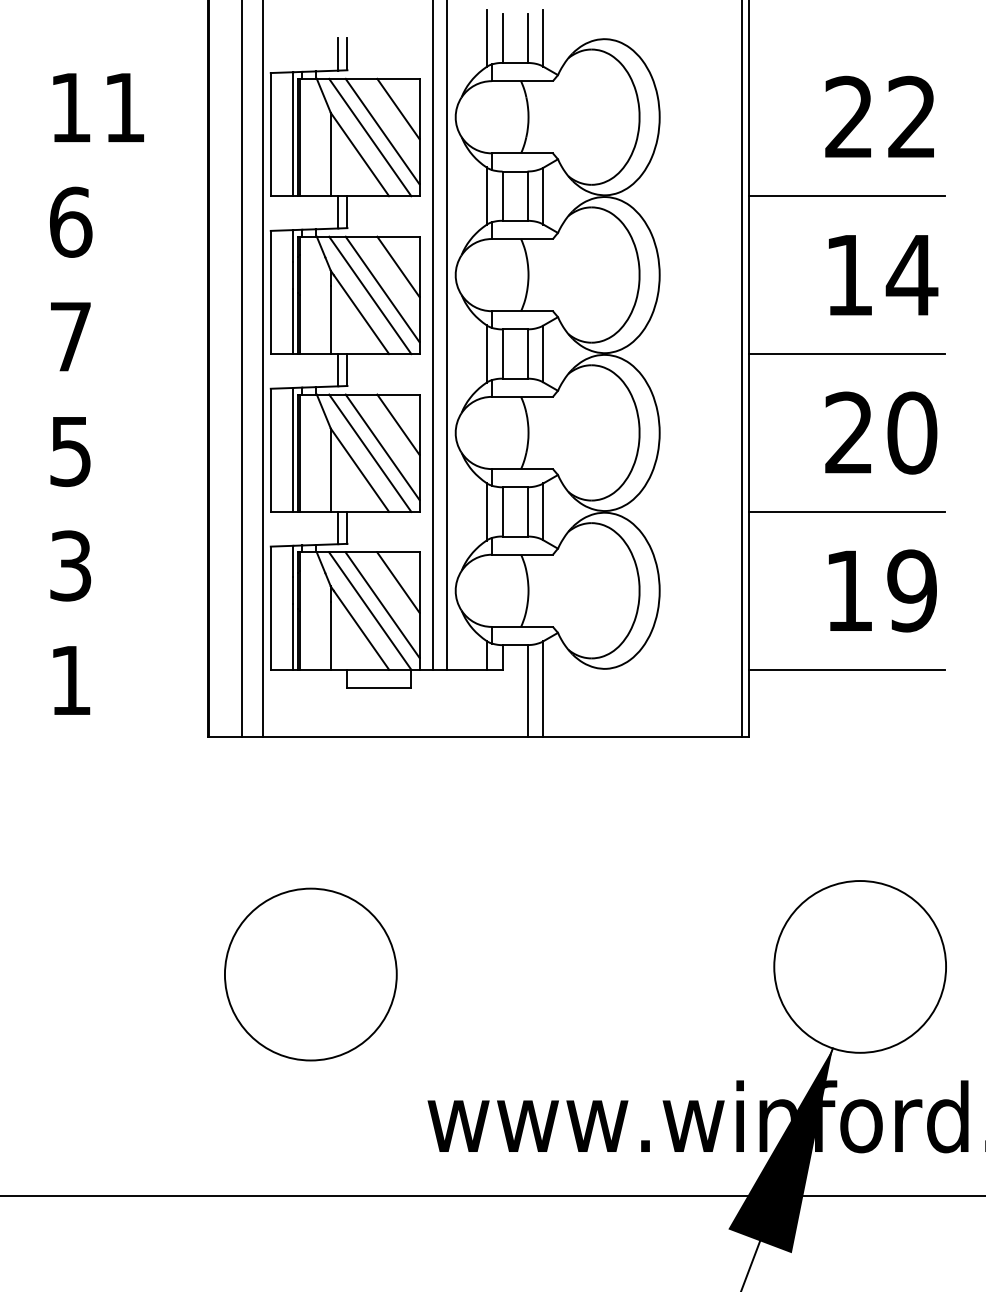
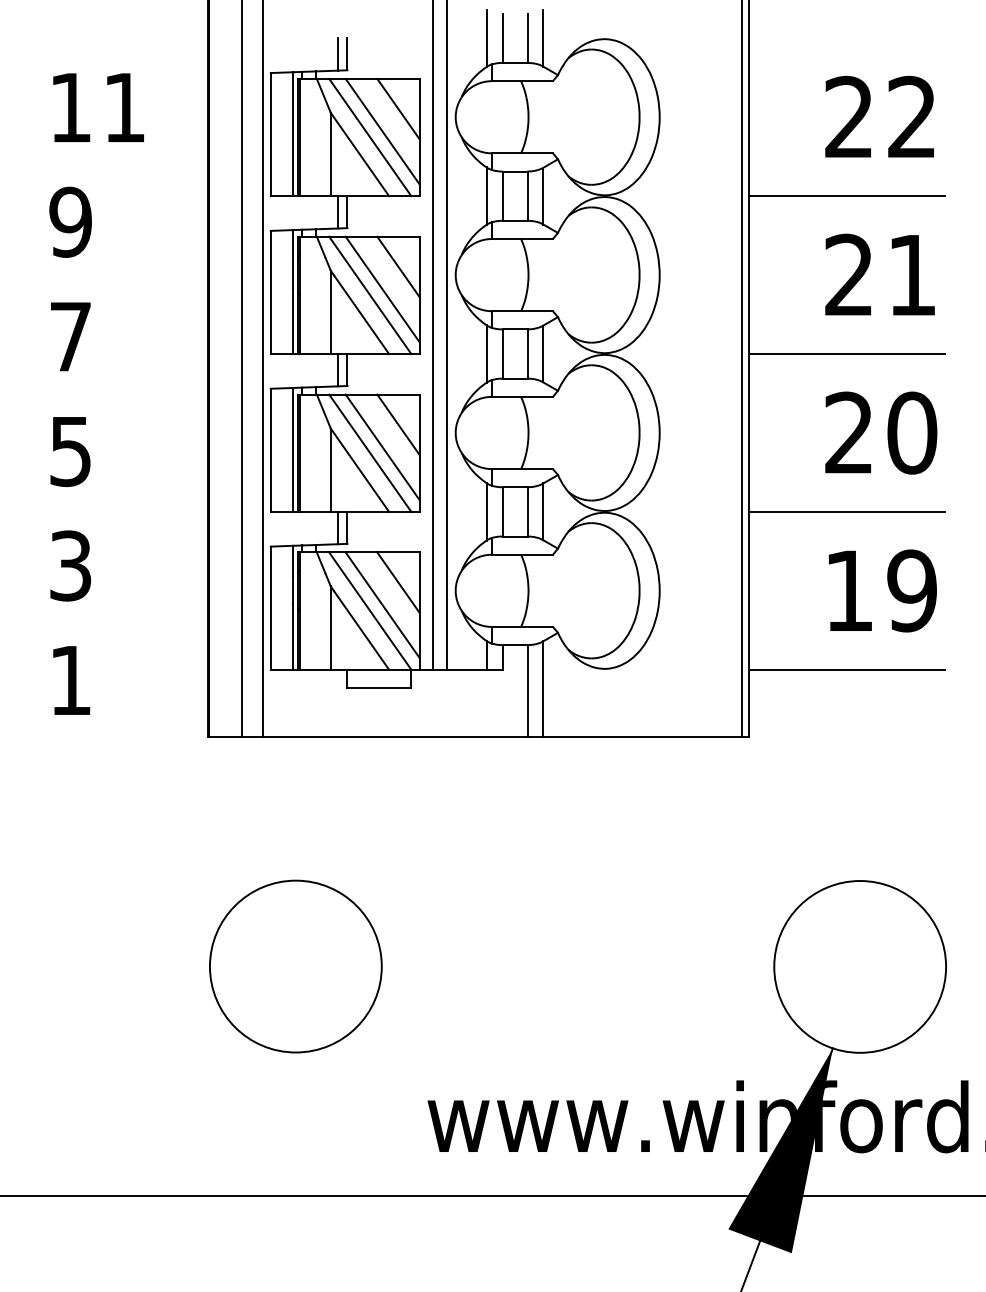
text at (70, 221): 6 -> 9
text at (881, 274): 14 -> 21
circle at (310, 974) position: (310, 974) -> (295, 966)
